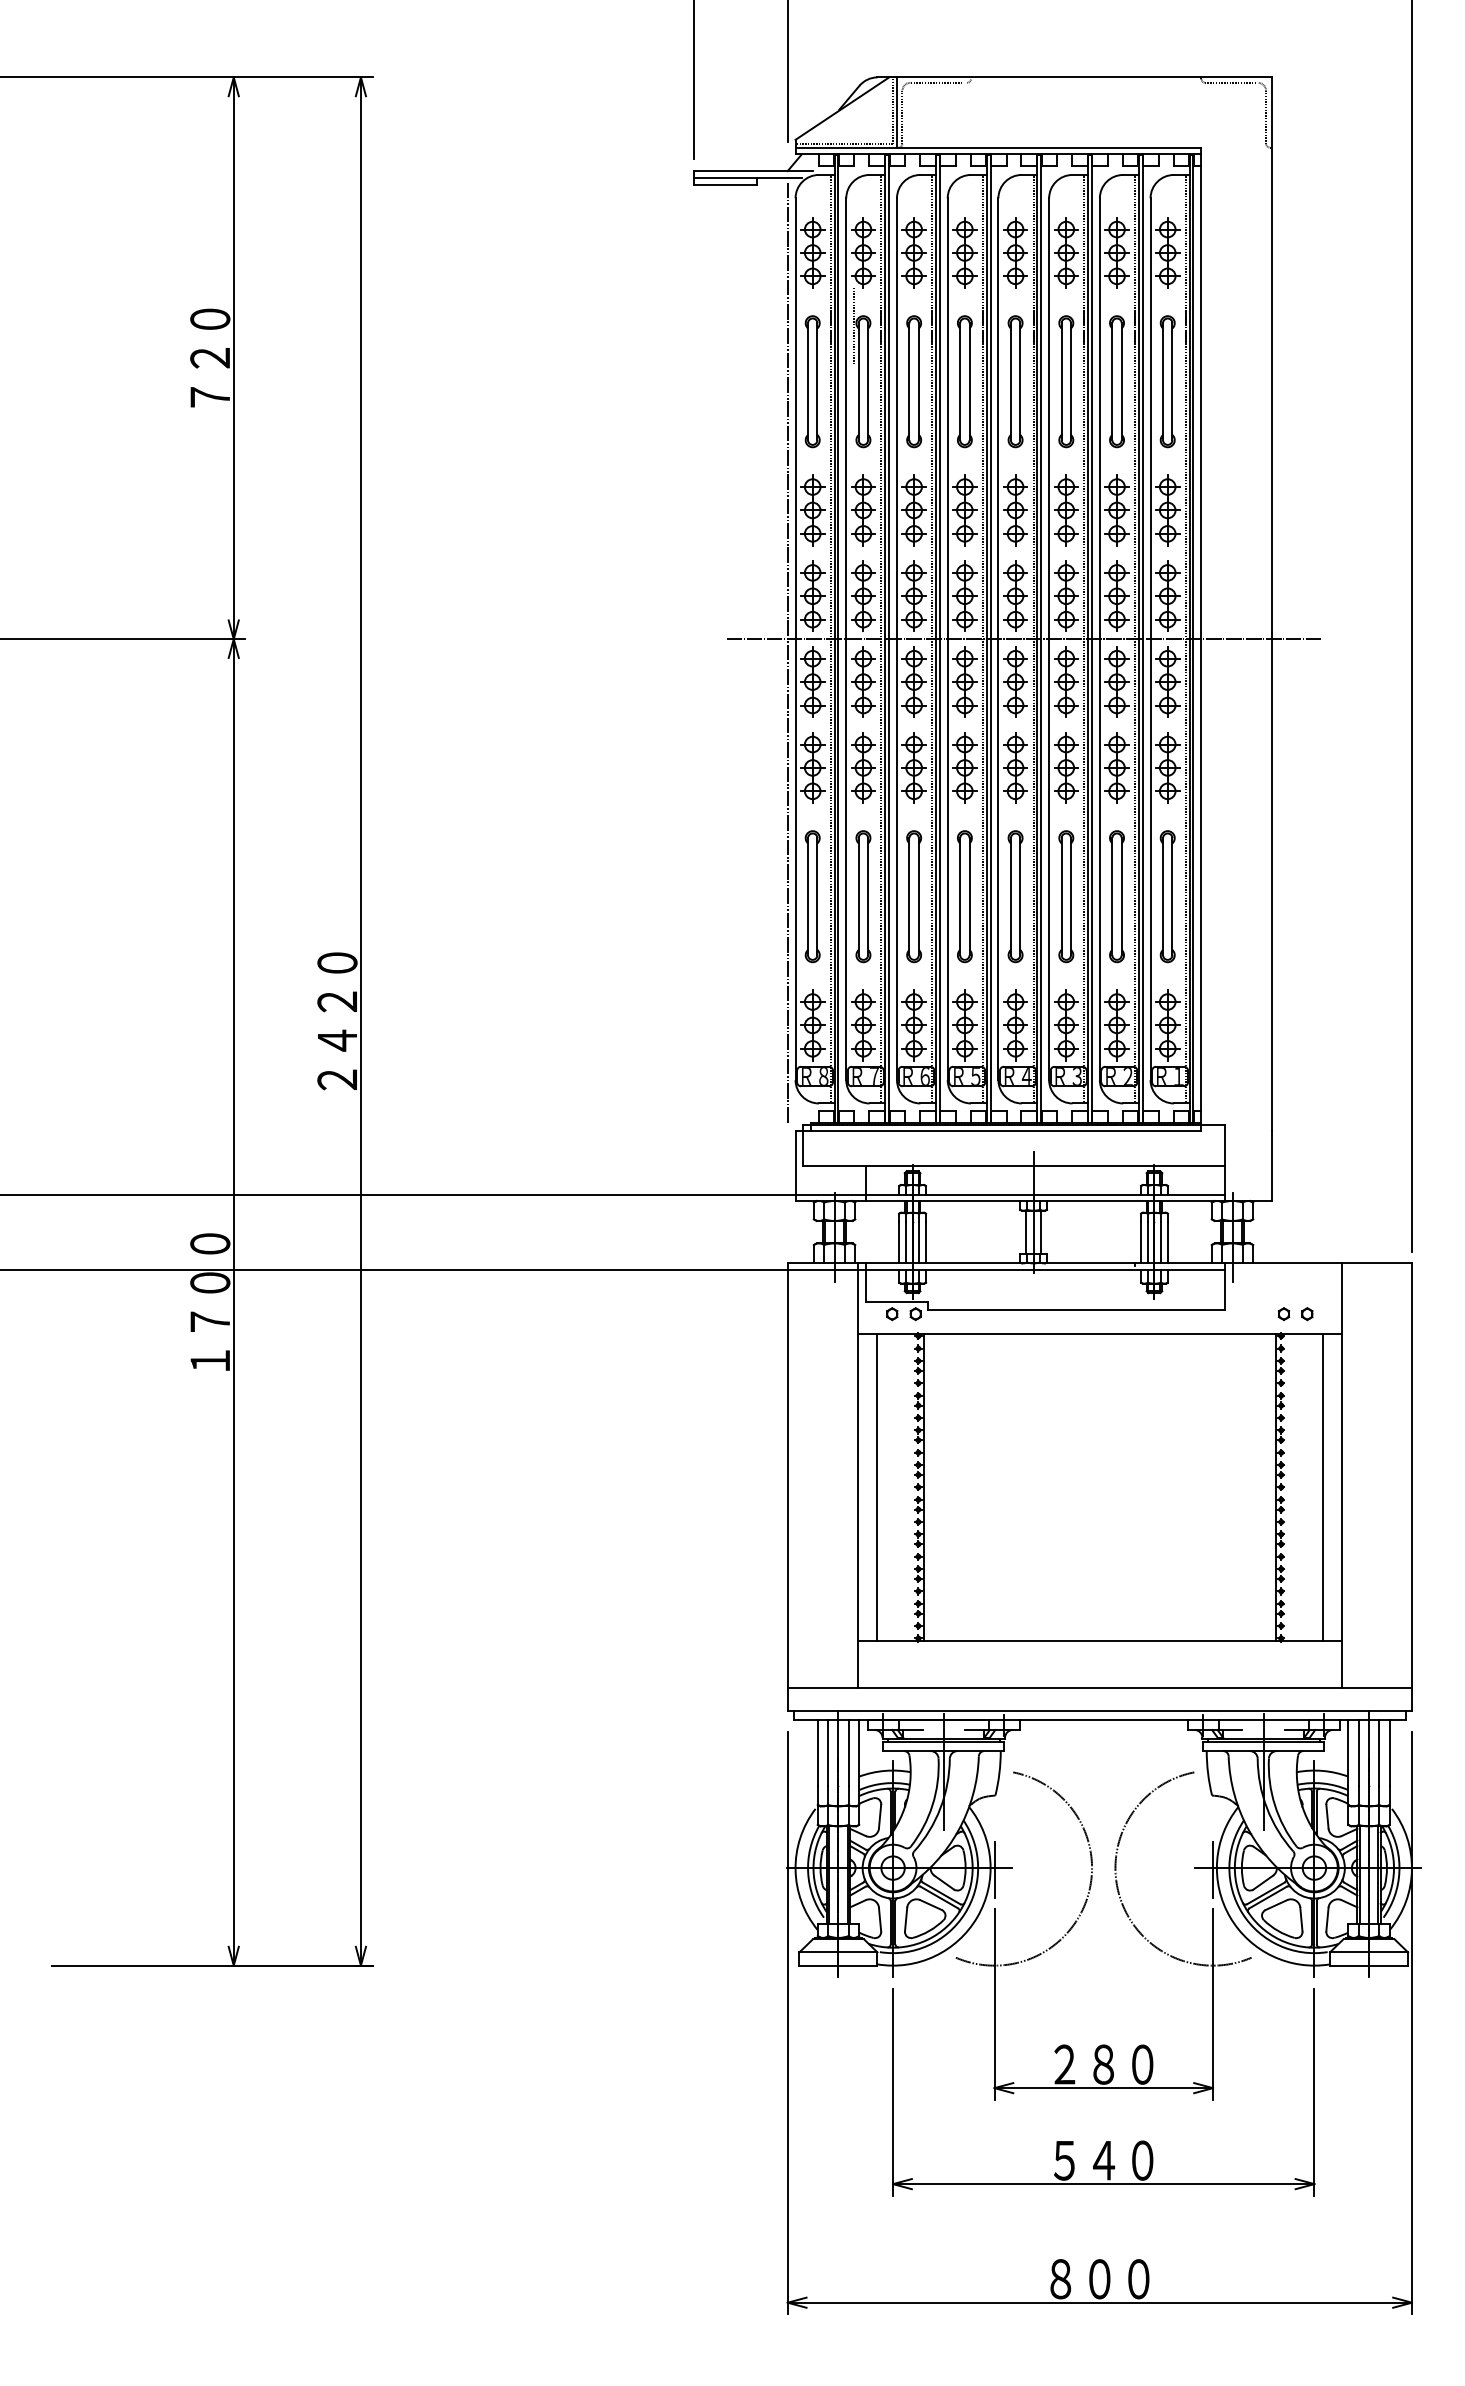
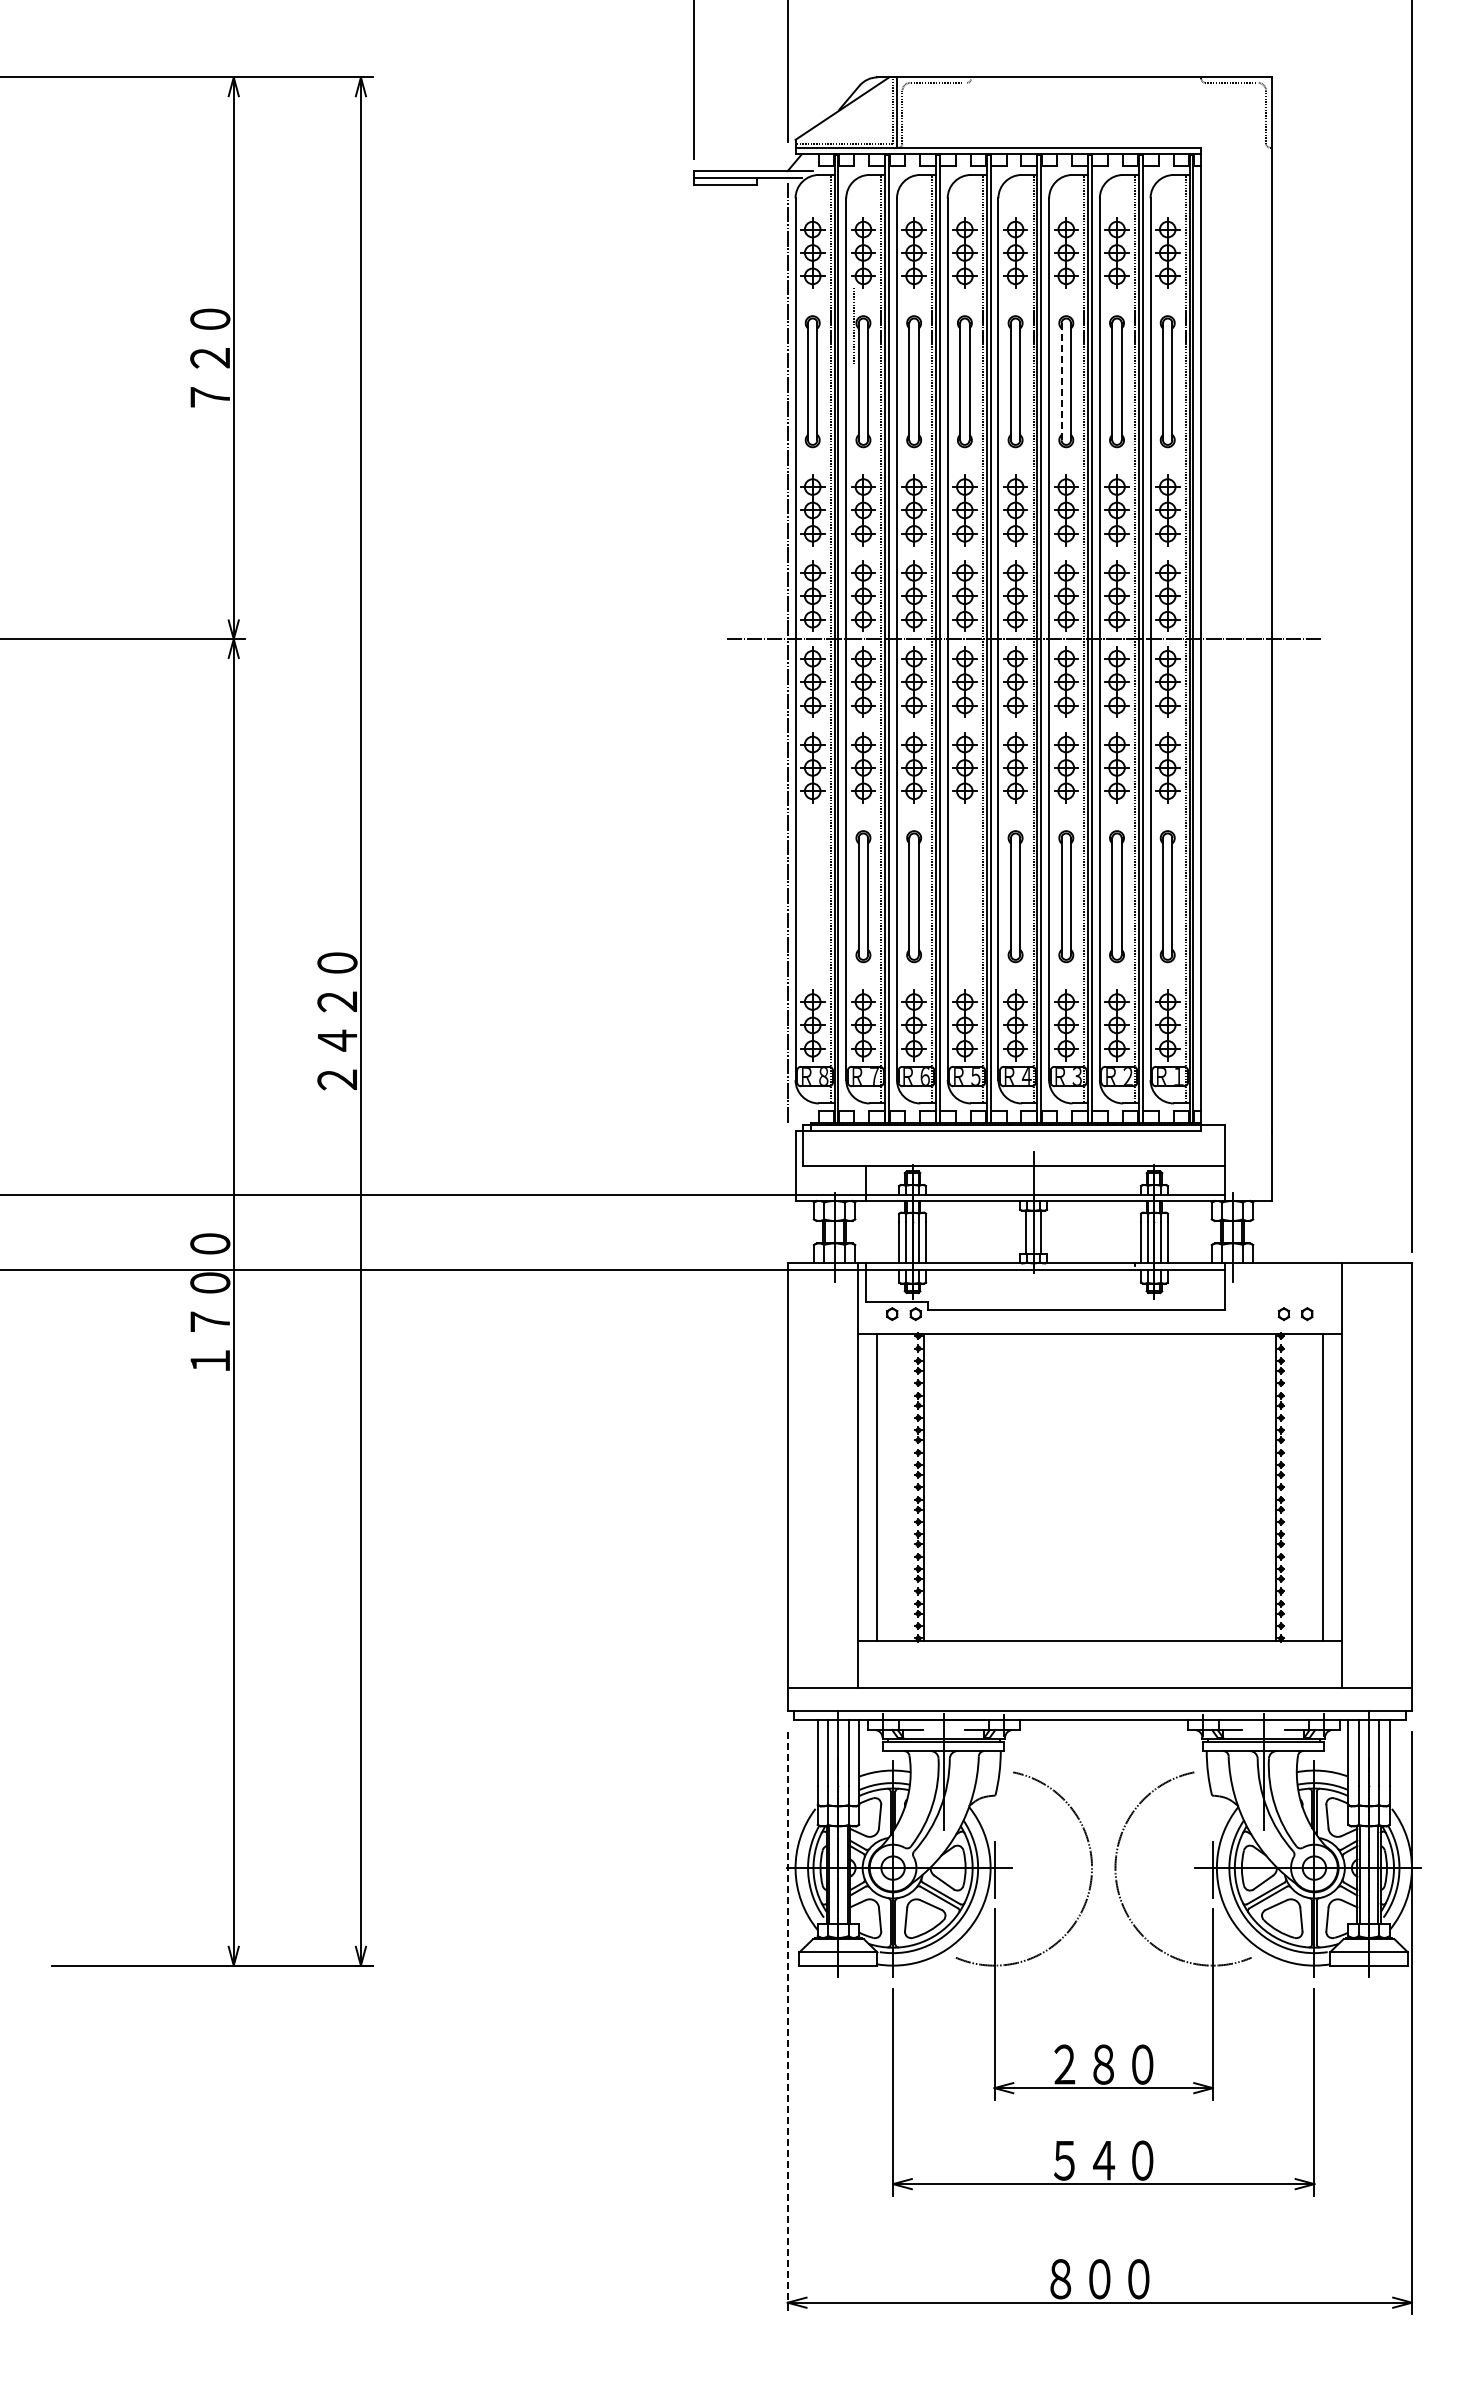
line at (1061, 381): solid -> dashed
part at (812, 896): present -> none
part at (964, 896): present -> none
line at (787, 2023): solid -> dashed
